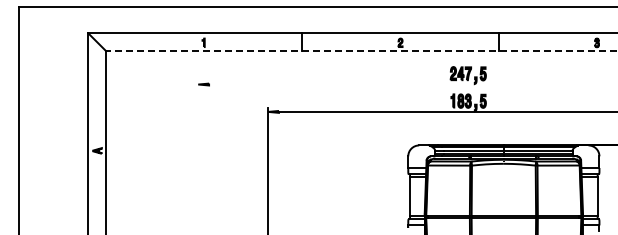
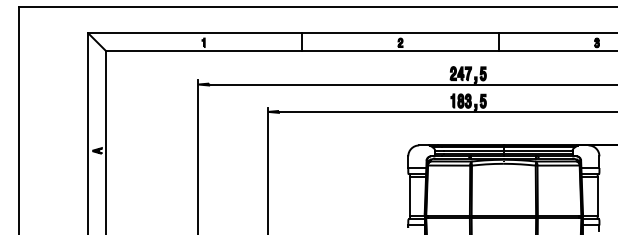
line at (361, 50): dashed -> solid
line at (411, 84): none -> present
line at (198, 155): none -> present
